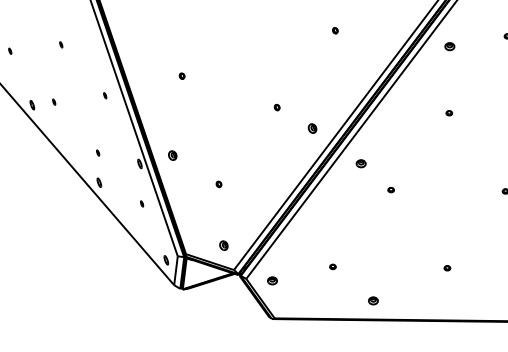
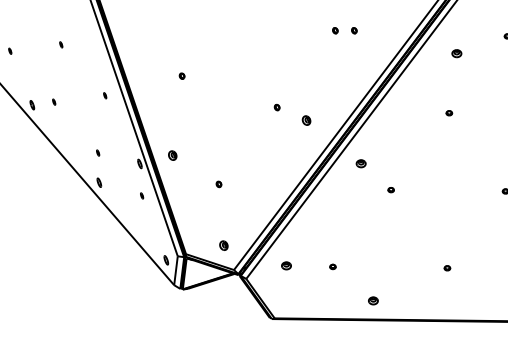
part at (354, 30): none -> present
part at (449, 46) position: (449, 46) -> (456, 53)
part at (312, 128) position: (312, 128) -> (306, 120)
part at (142, 203) position: (142, 203) -> (142, 195)
part at (272, 280) position: (272, 280) -> (286, 265)
